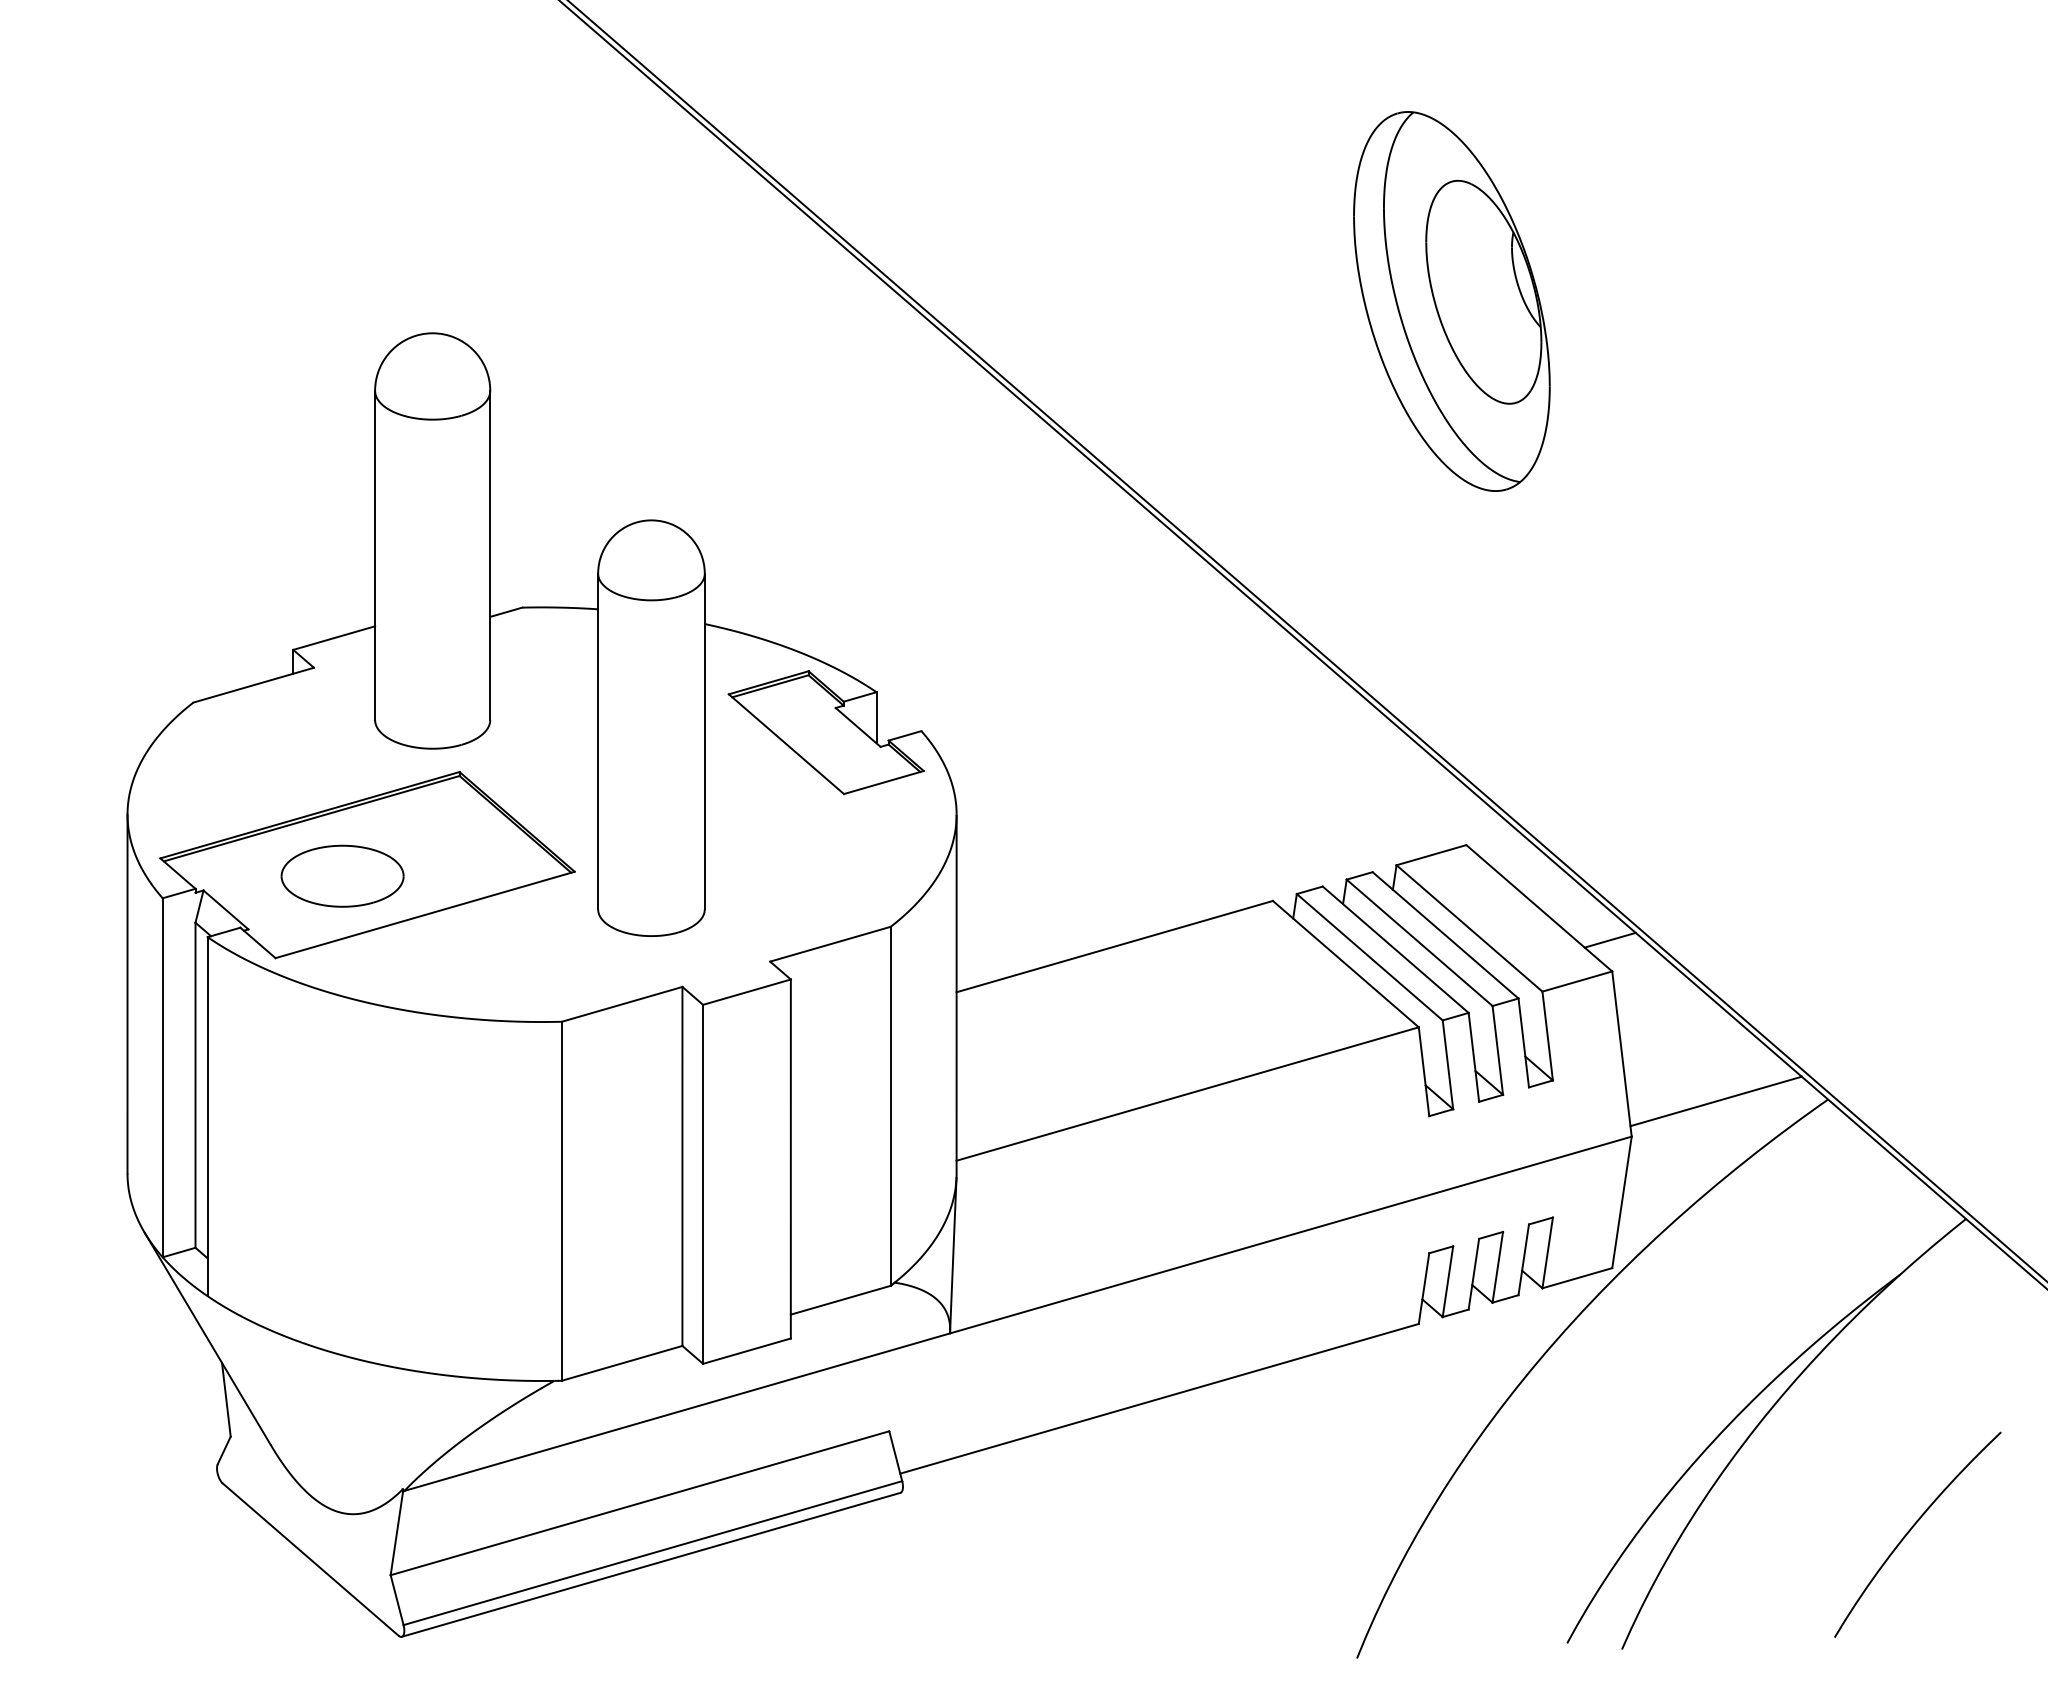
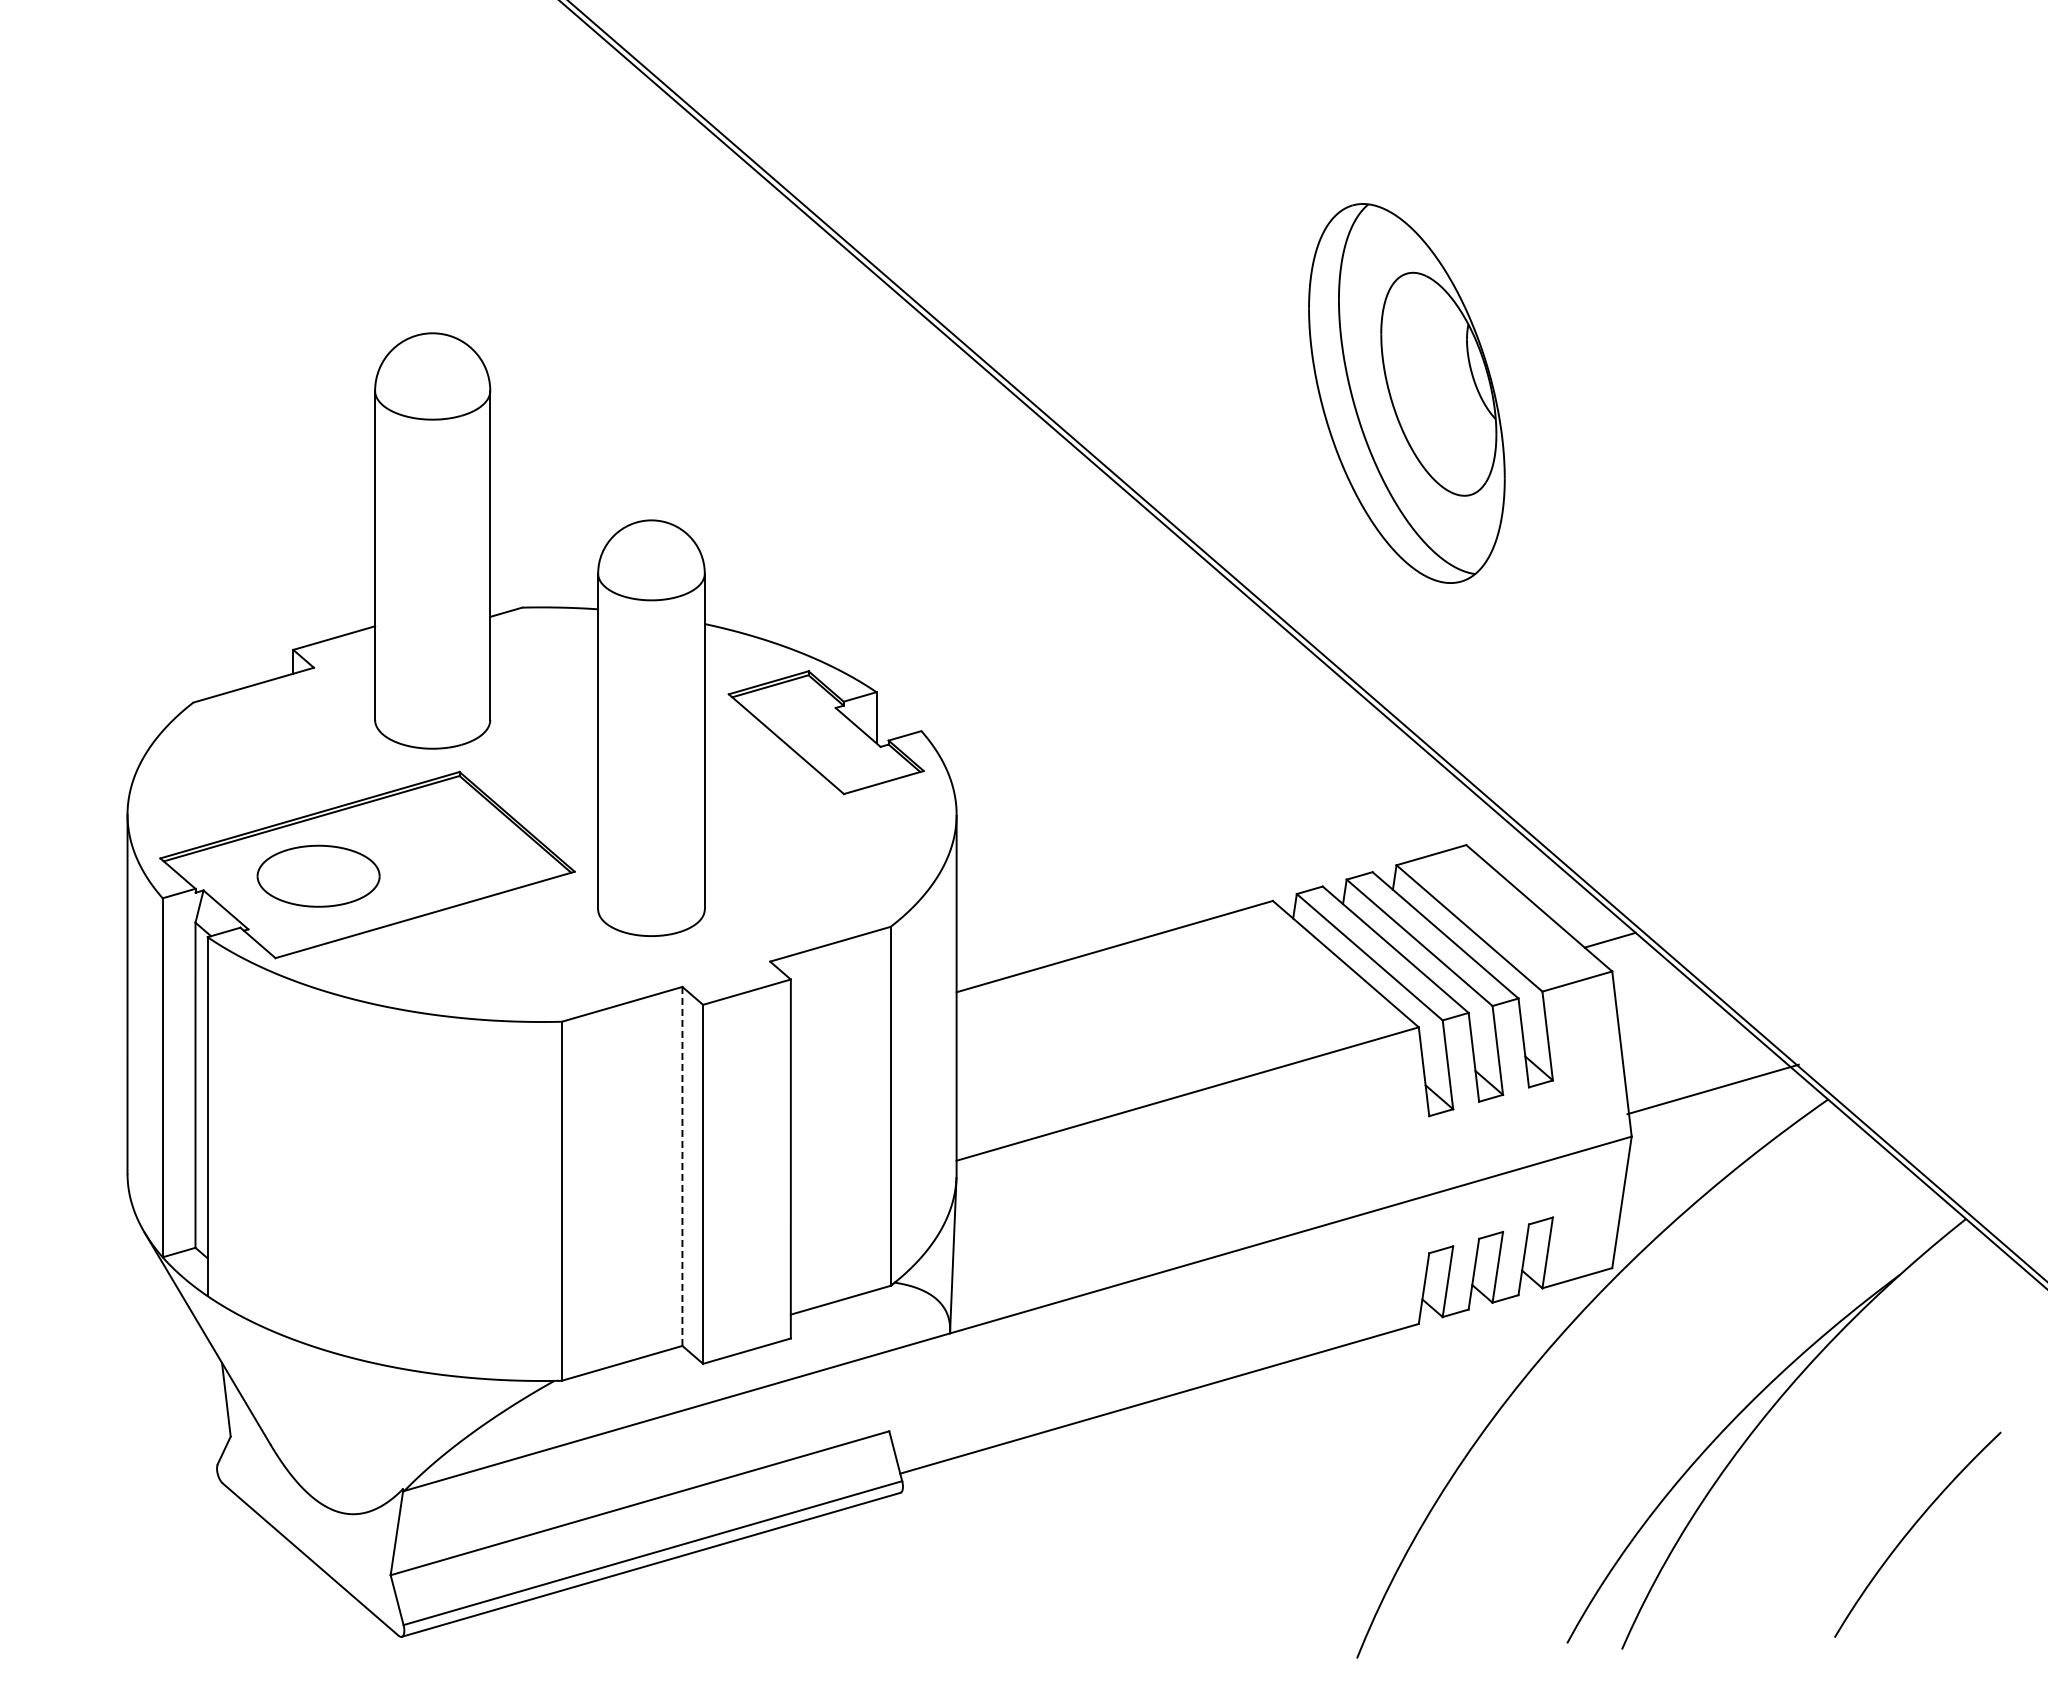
part at (1451, 301) position: (1451, 301) -> (1406, 393)
part at (342, 875) position: (342, 875) -> (318, 875)
line at (1715, 1101) position: (1715, 1101) -> (1712, 1089)
line at (682, 1165): solid -> dashed
